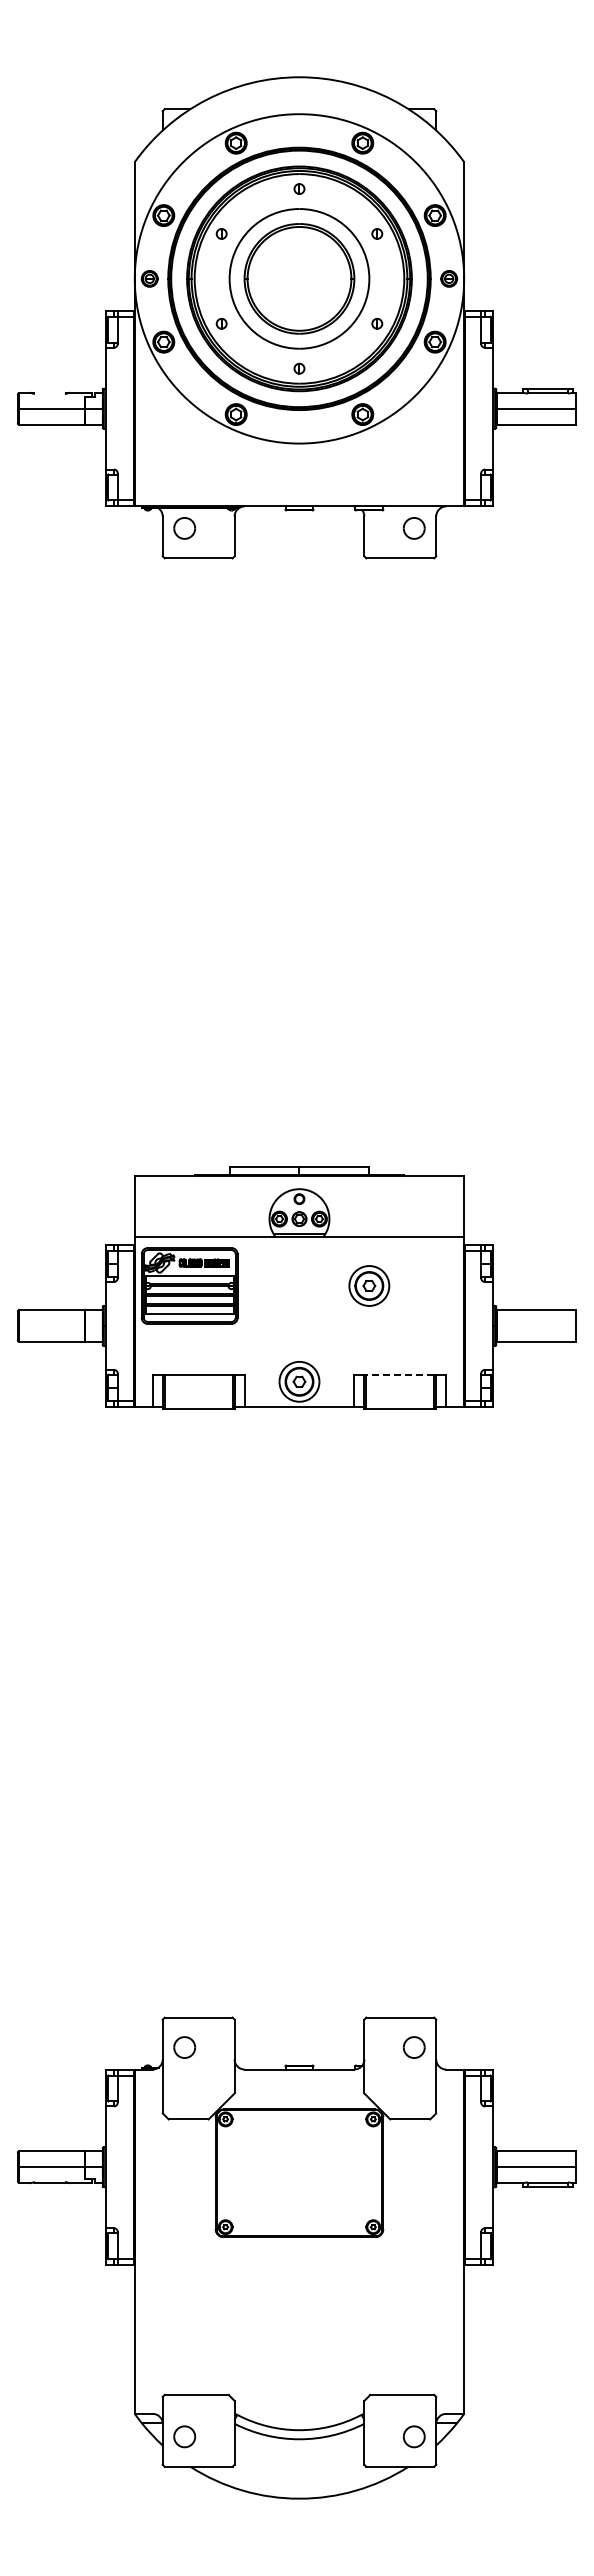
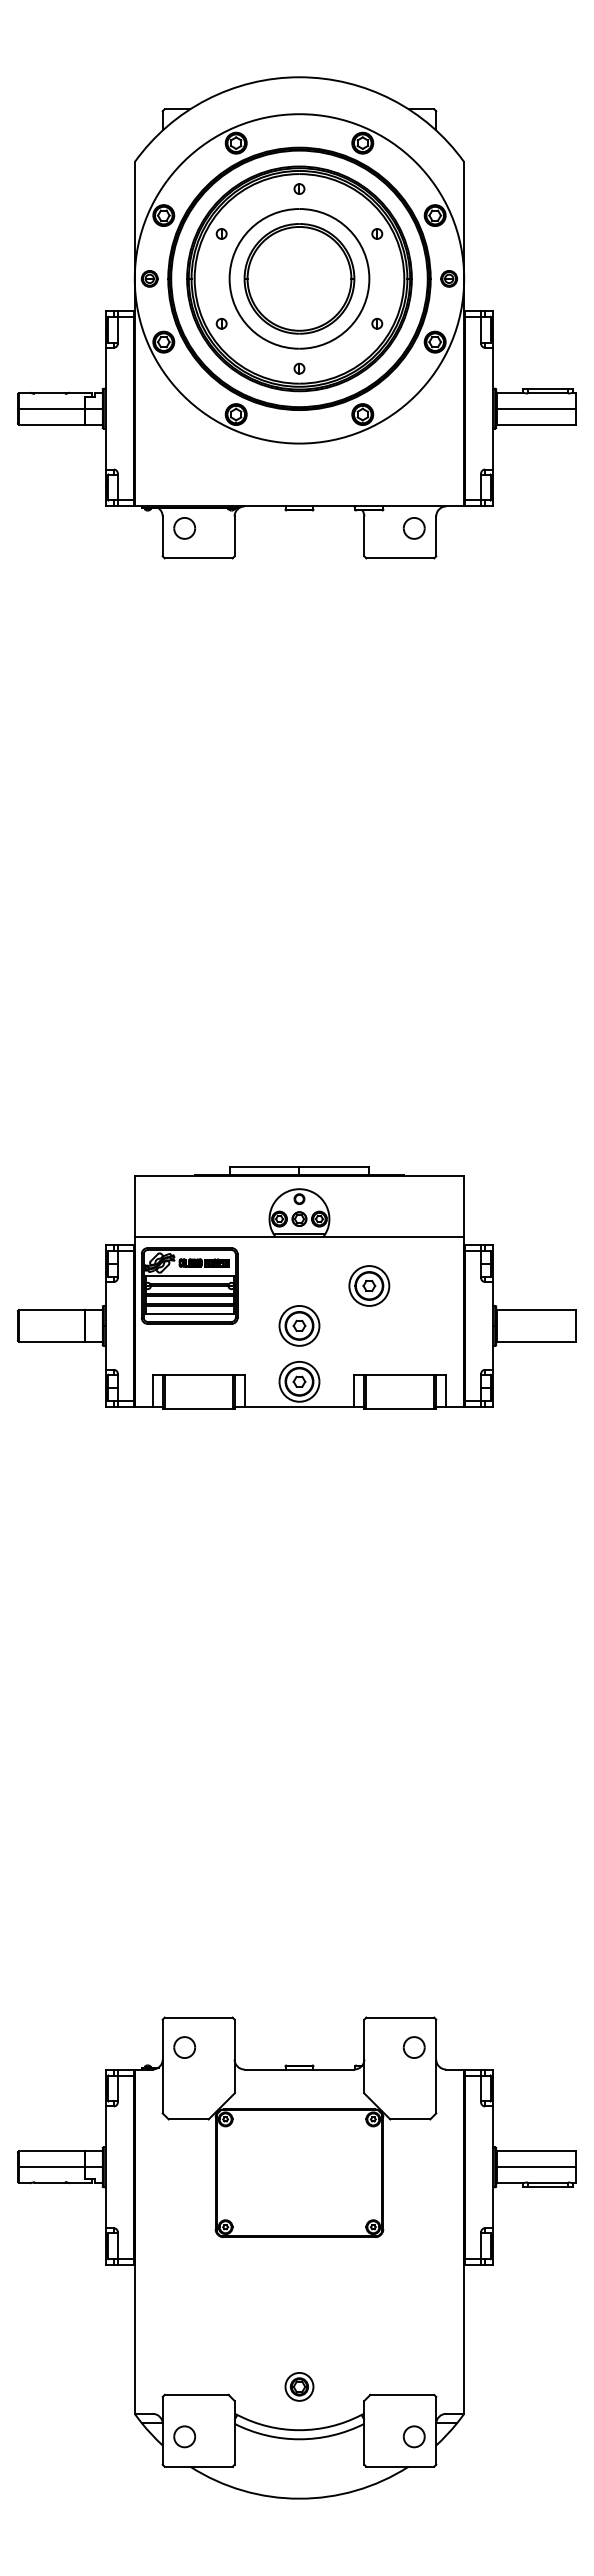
line at (49, 393): none -> present
part at (299, 1325): none -> present
line at (400, 1374): dashed -> solid
part at (299, 2386): none -> present
